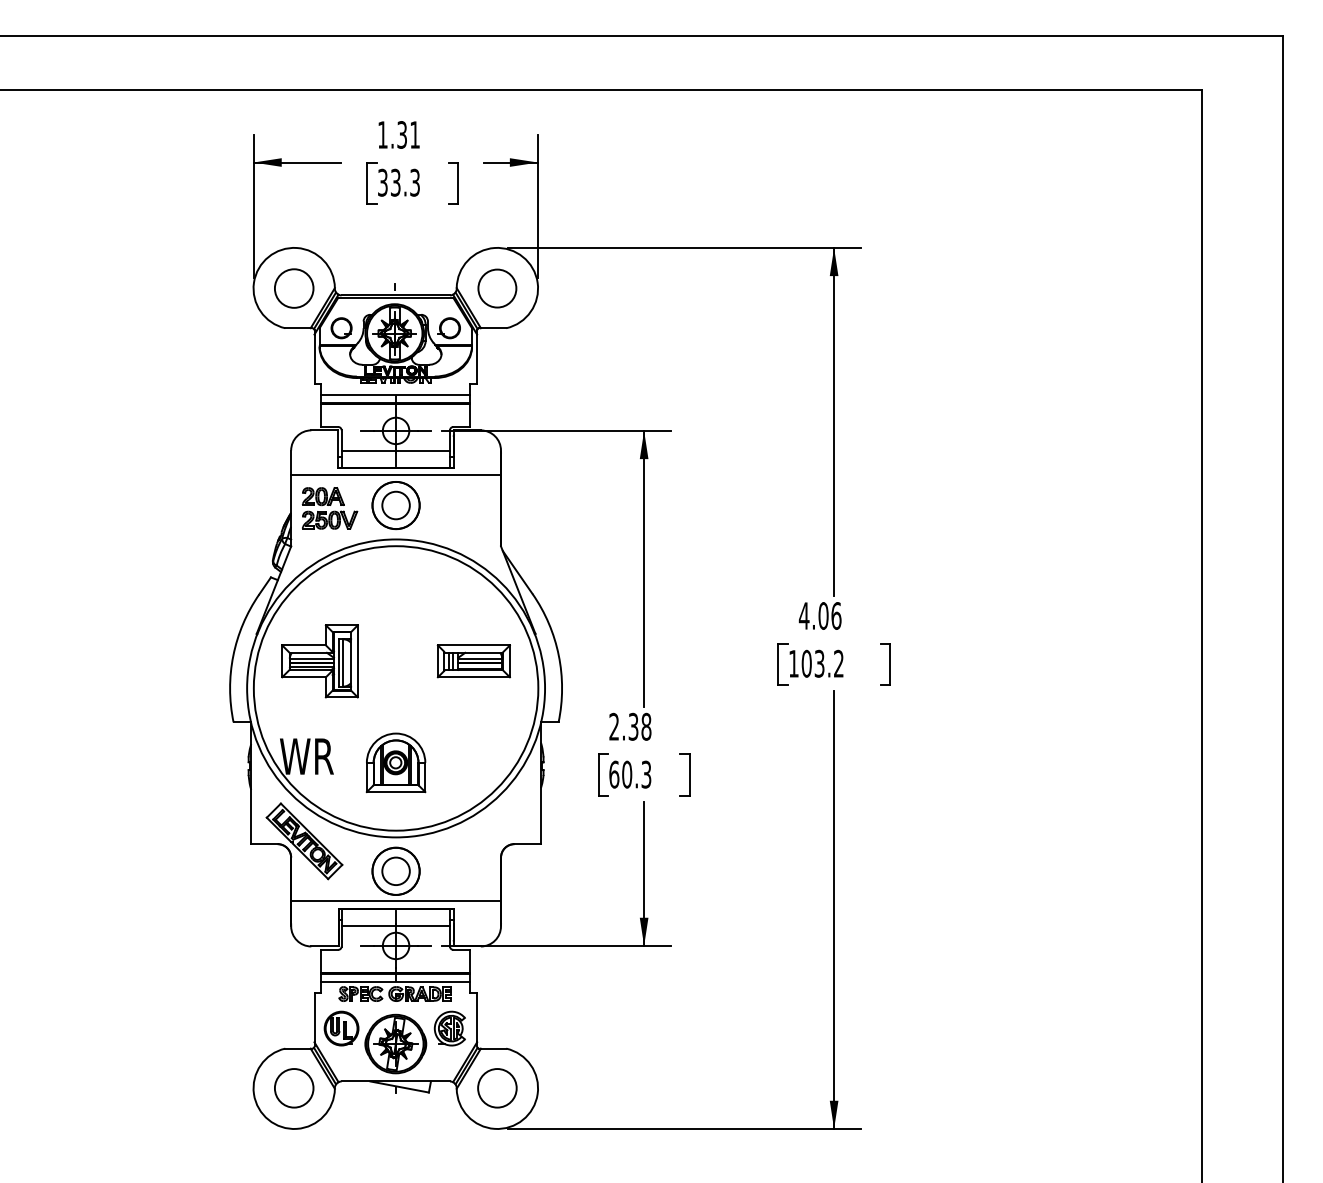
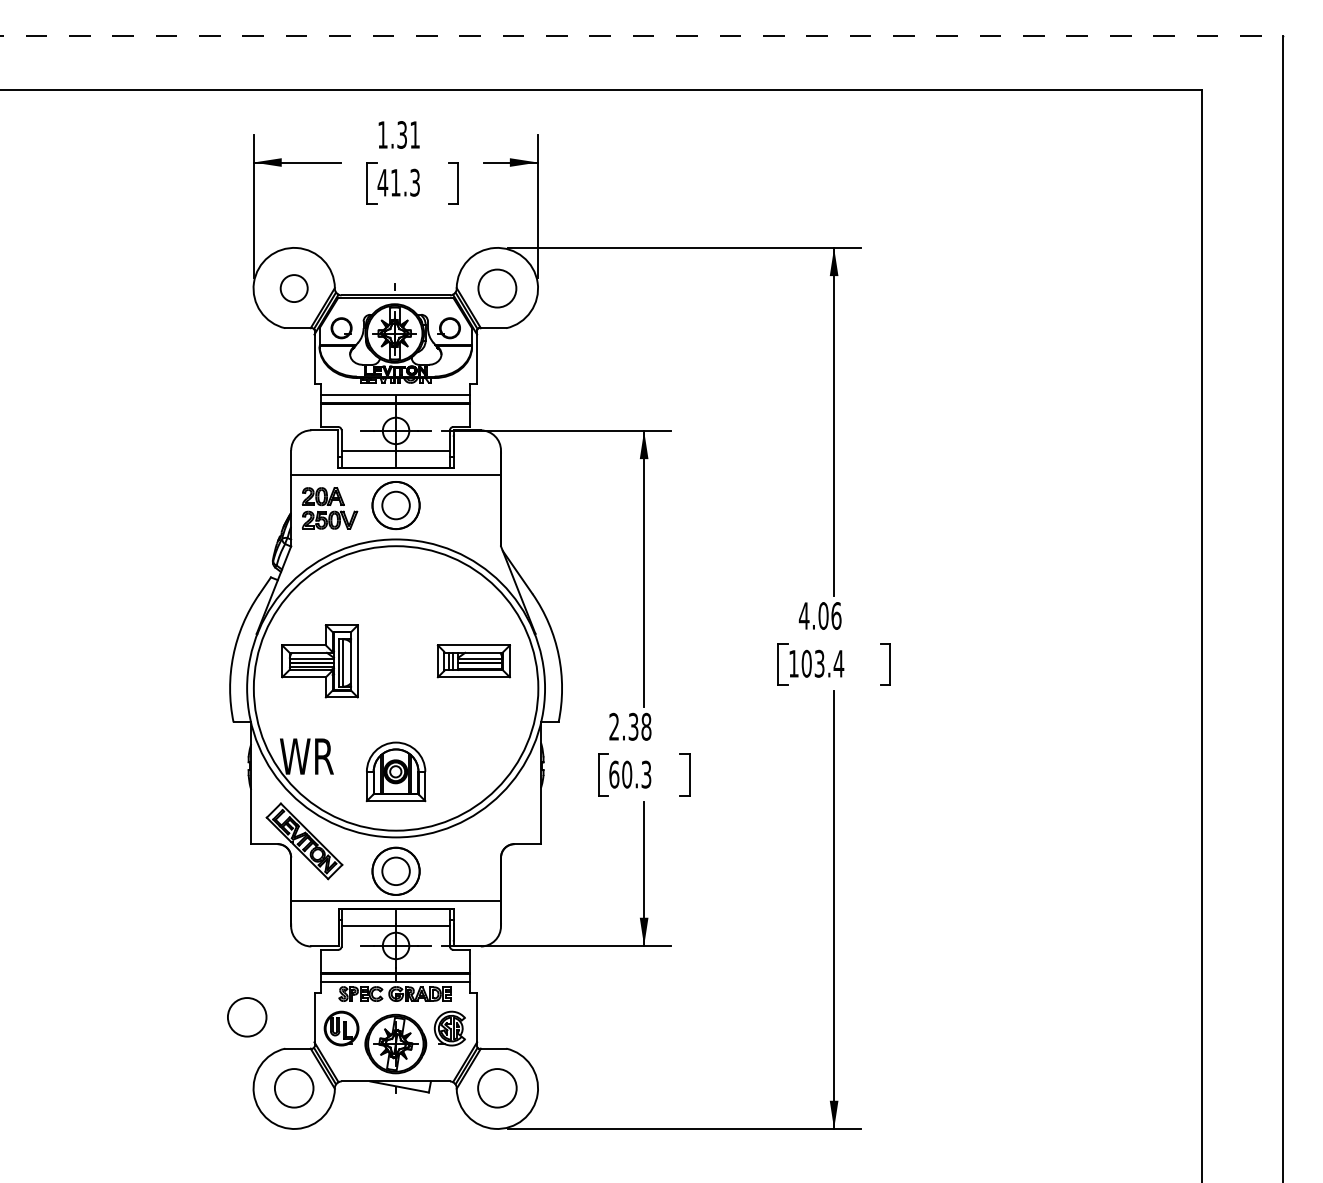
line at (642, 35): solid -> dashed
text at (388, 182): 33.3 -> 41.3
circle at (293, 288) diameter: 39 px -> 27 px
text at (838, 663): 103.2 -> 103.4
part at (395, 762) position: (395, 762) -> (395, 771)
circle at (247, 1017): none -> present
